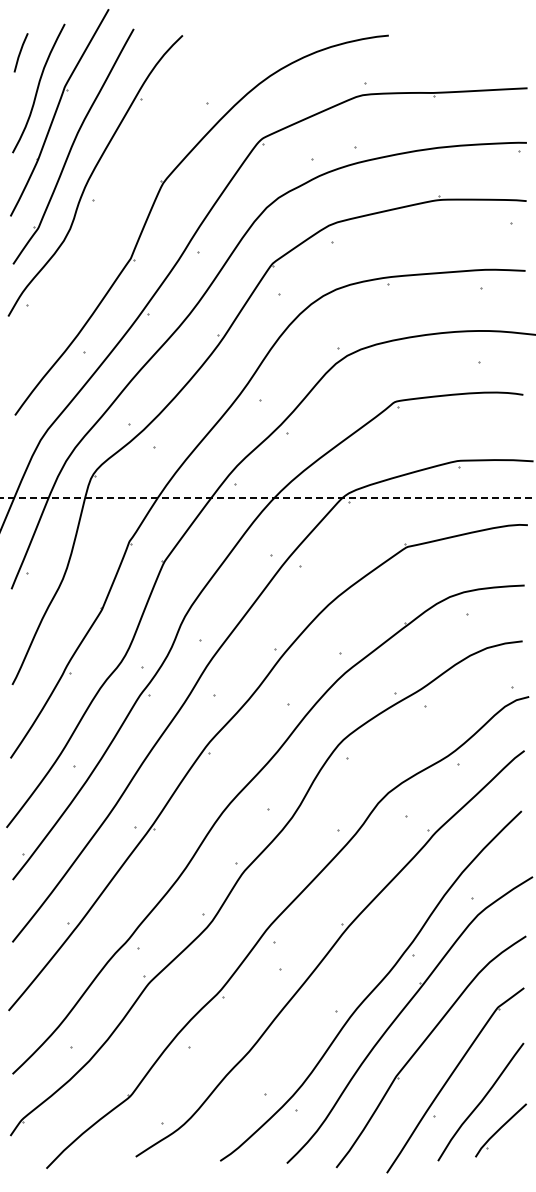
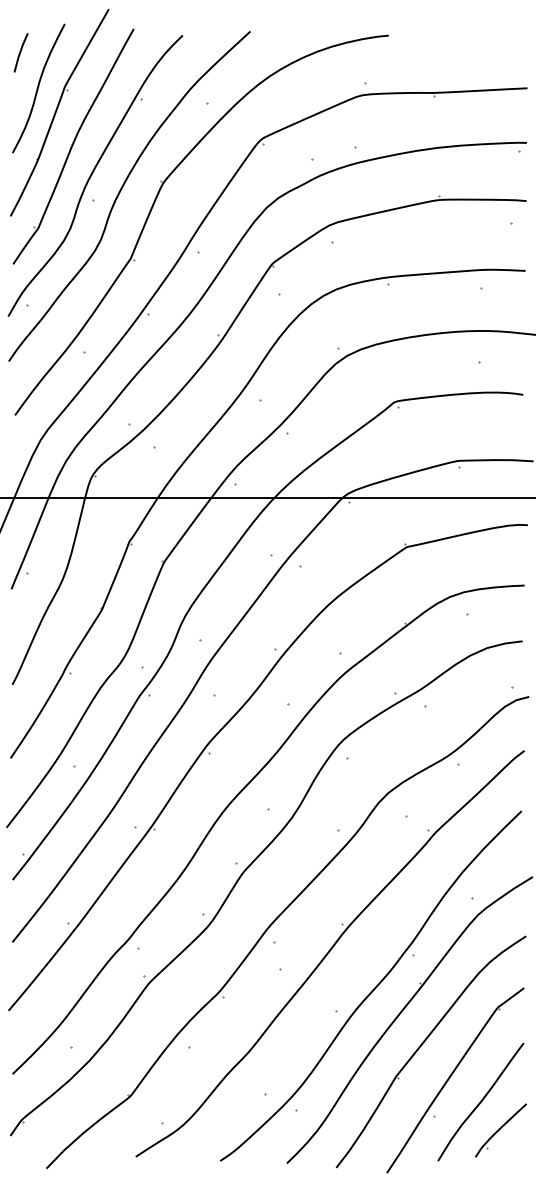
curve at (120, 192): none -> present
line at (267, 498): dashed -> solid
